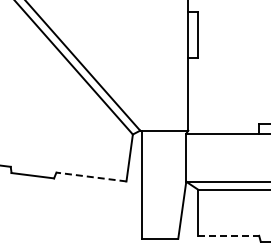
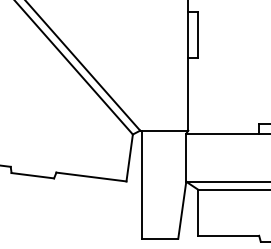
line at (90, 176): dashed -> solid
line at (229, 235): dashed -> solid
